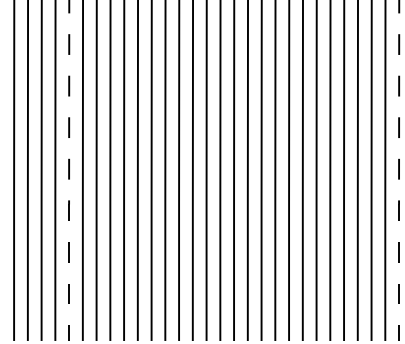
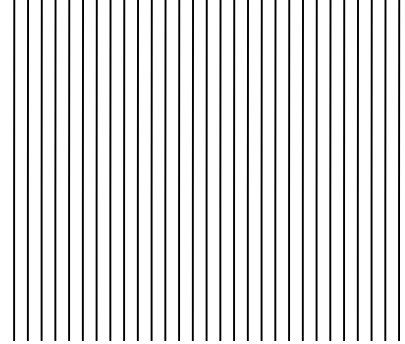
line at (69, 171): dashed -> solid
line at (399, 171): dashed -> solid
